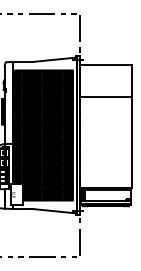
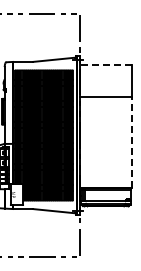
line at (106, 64): solid -> dashed
line at (131, 142): solid -> dashed
